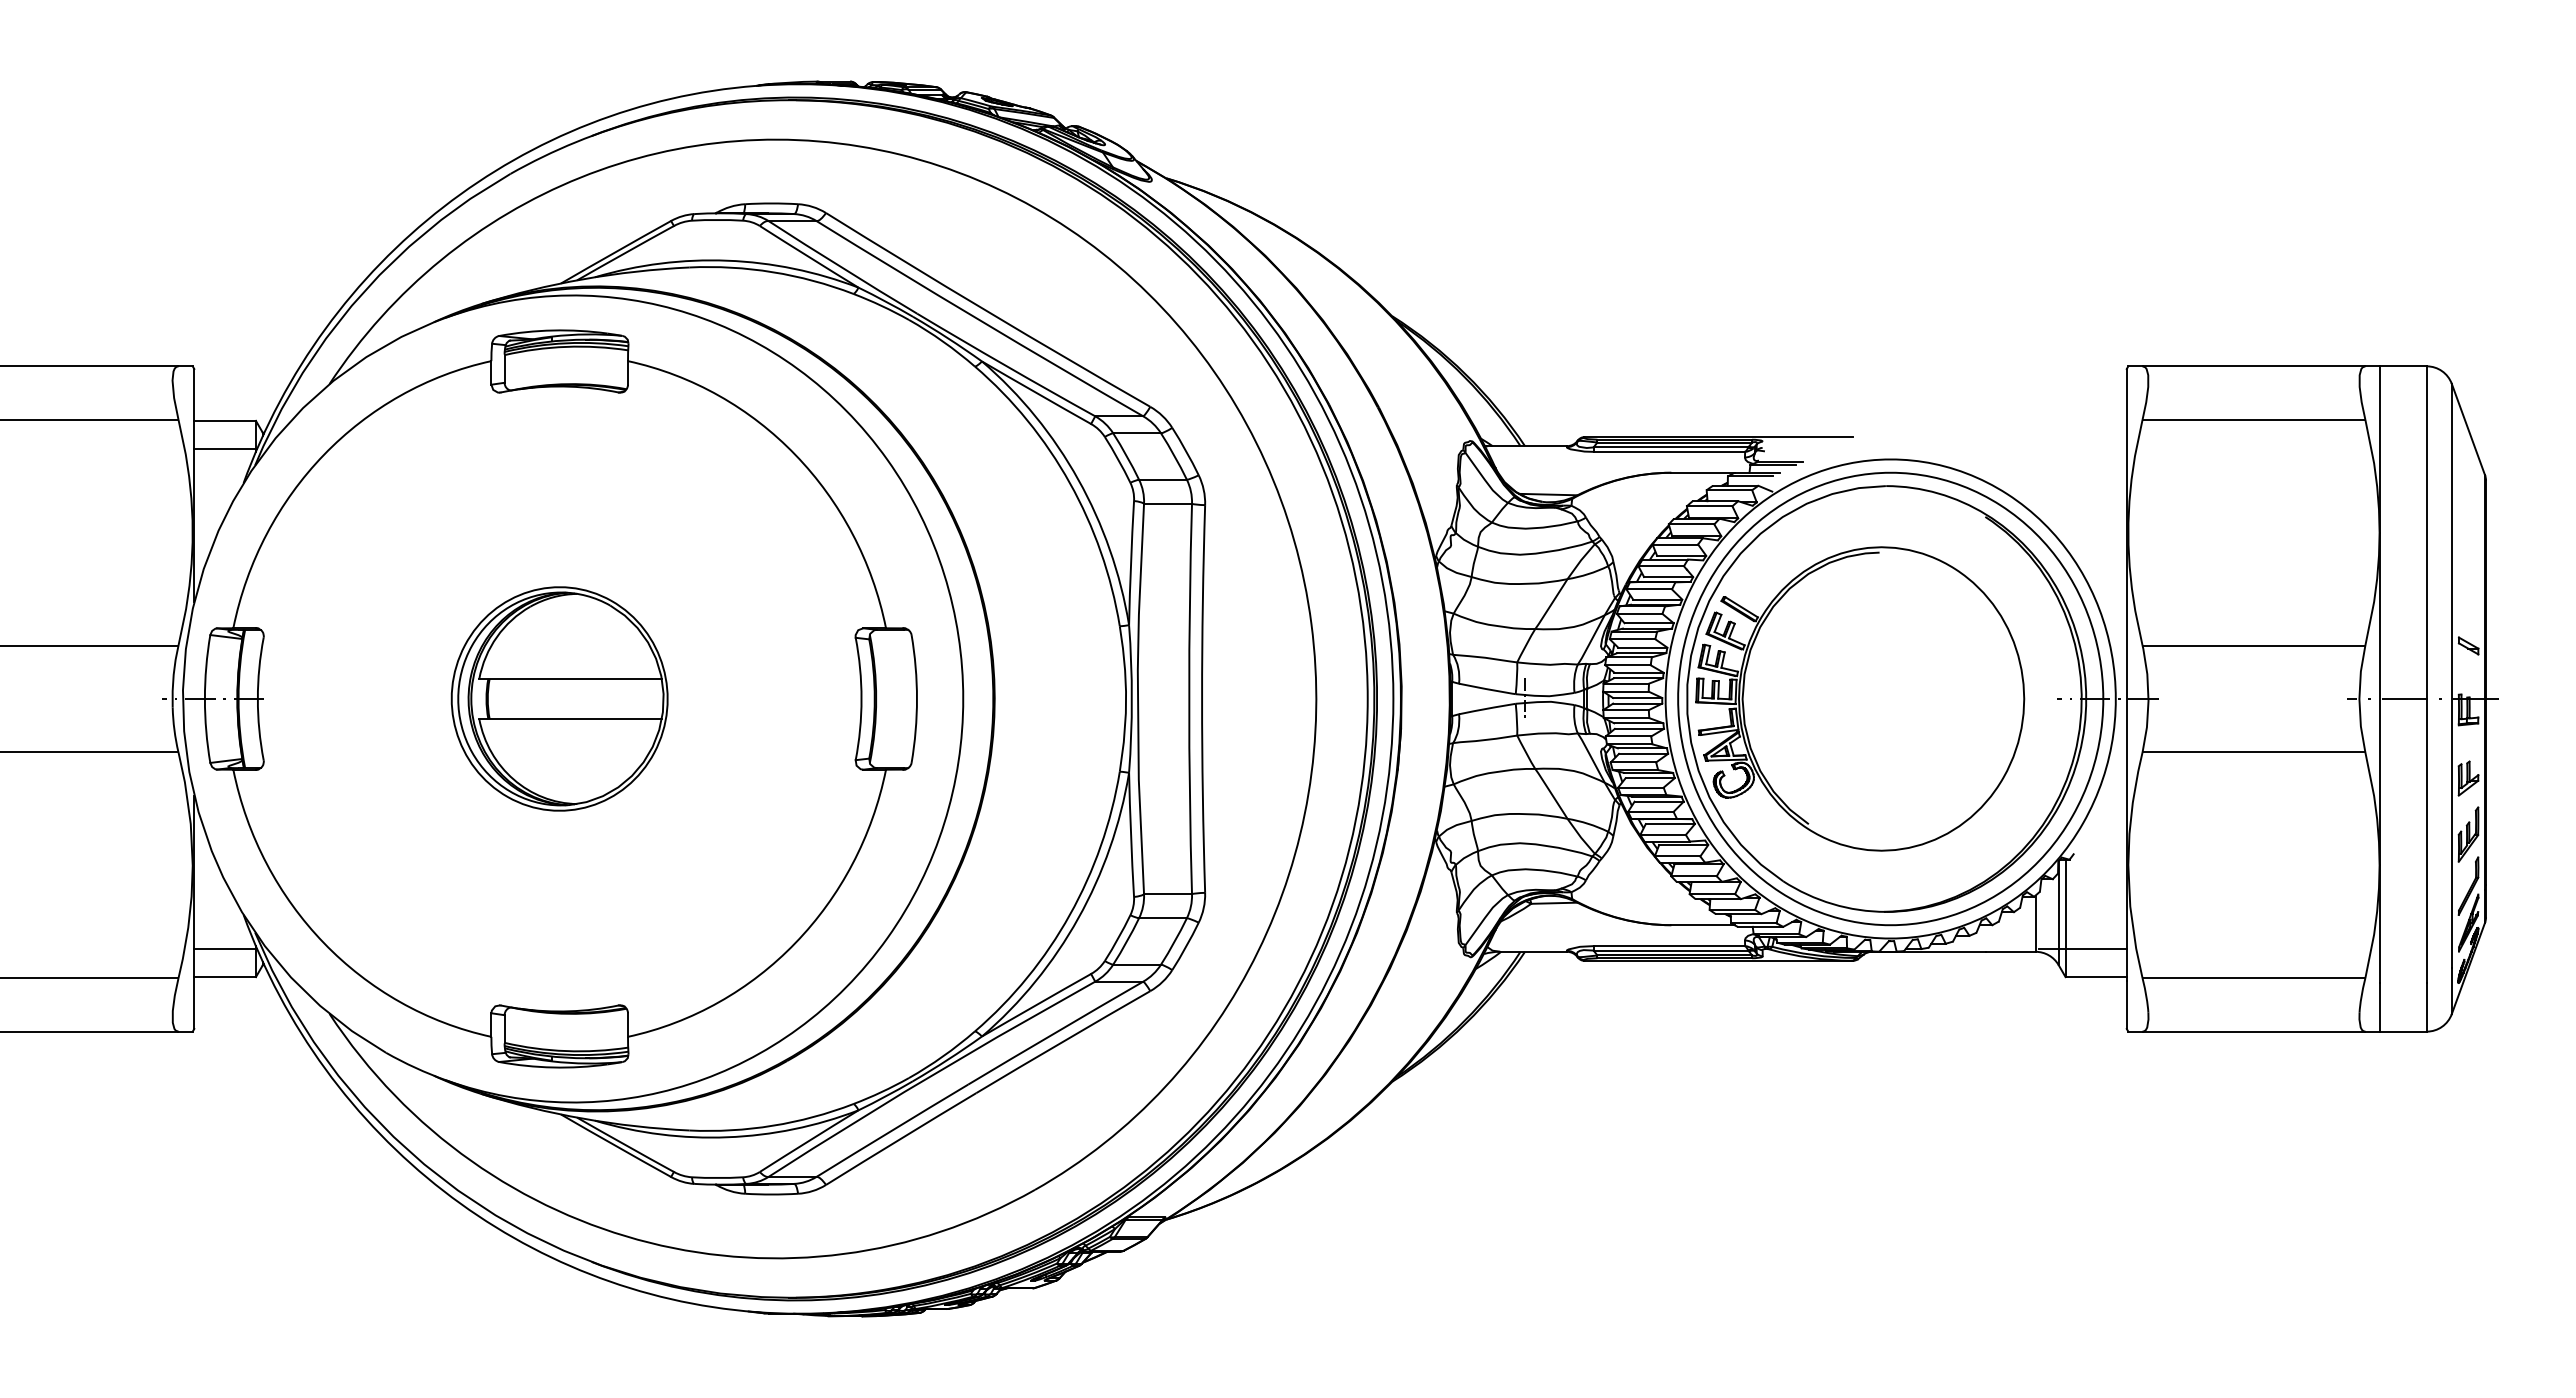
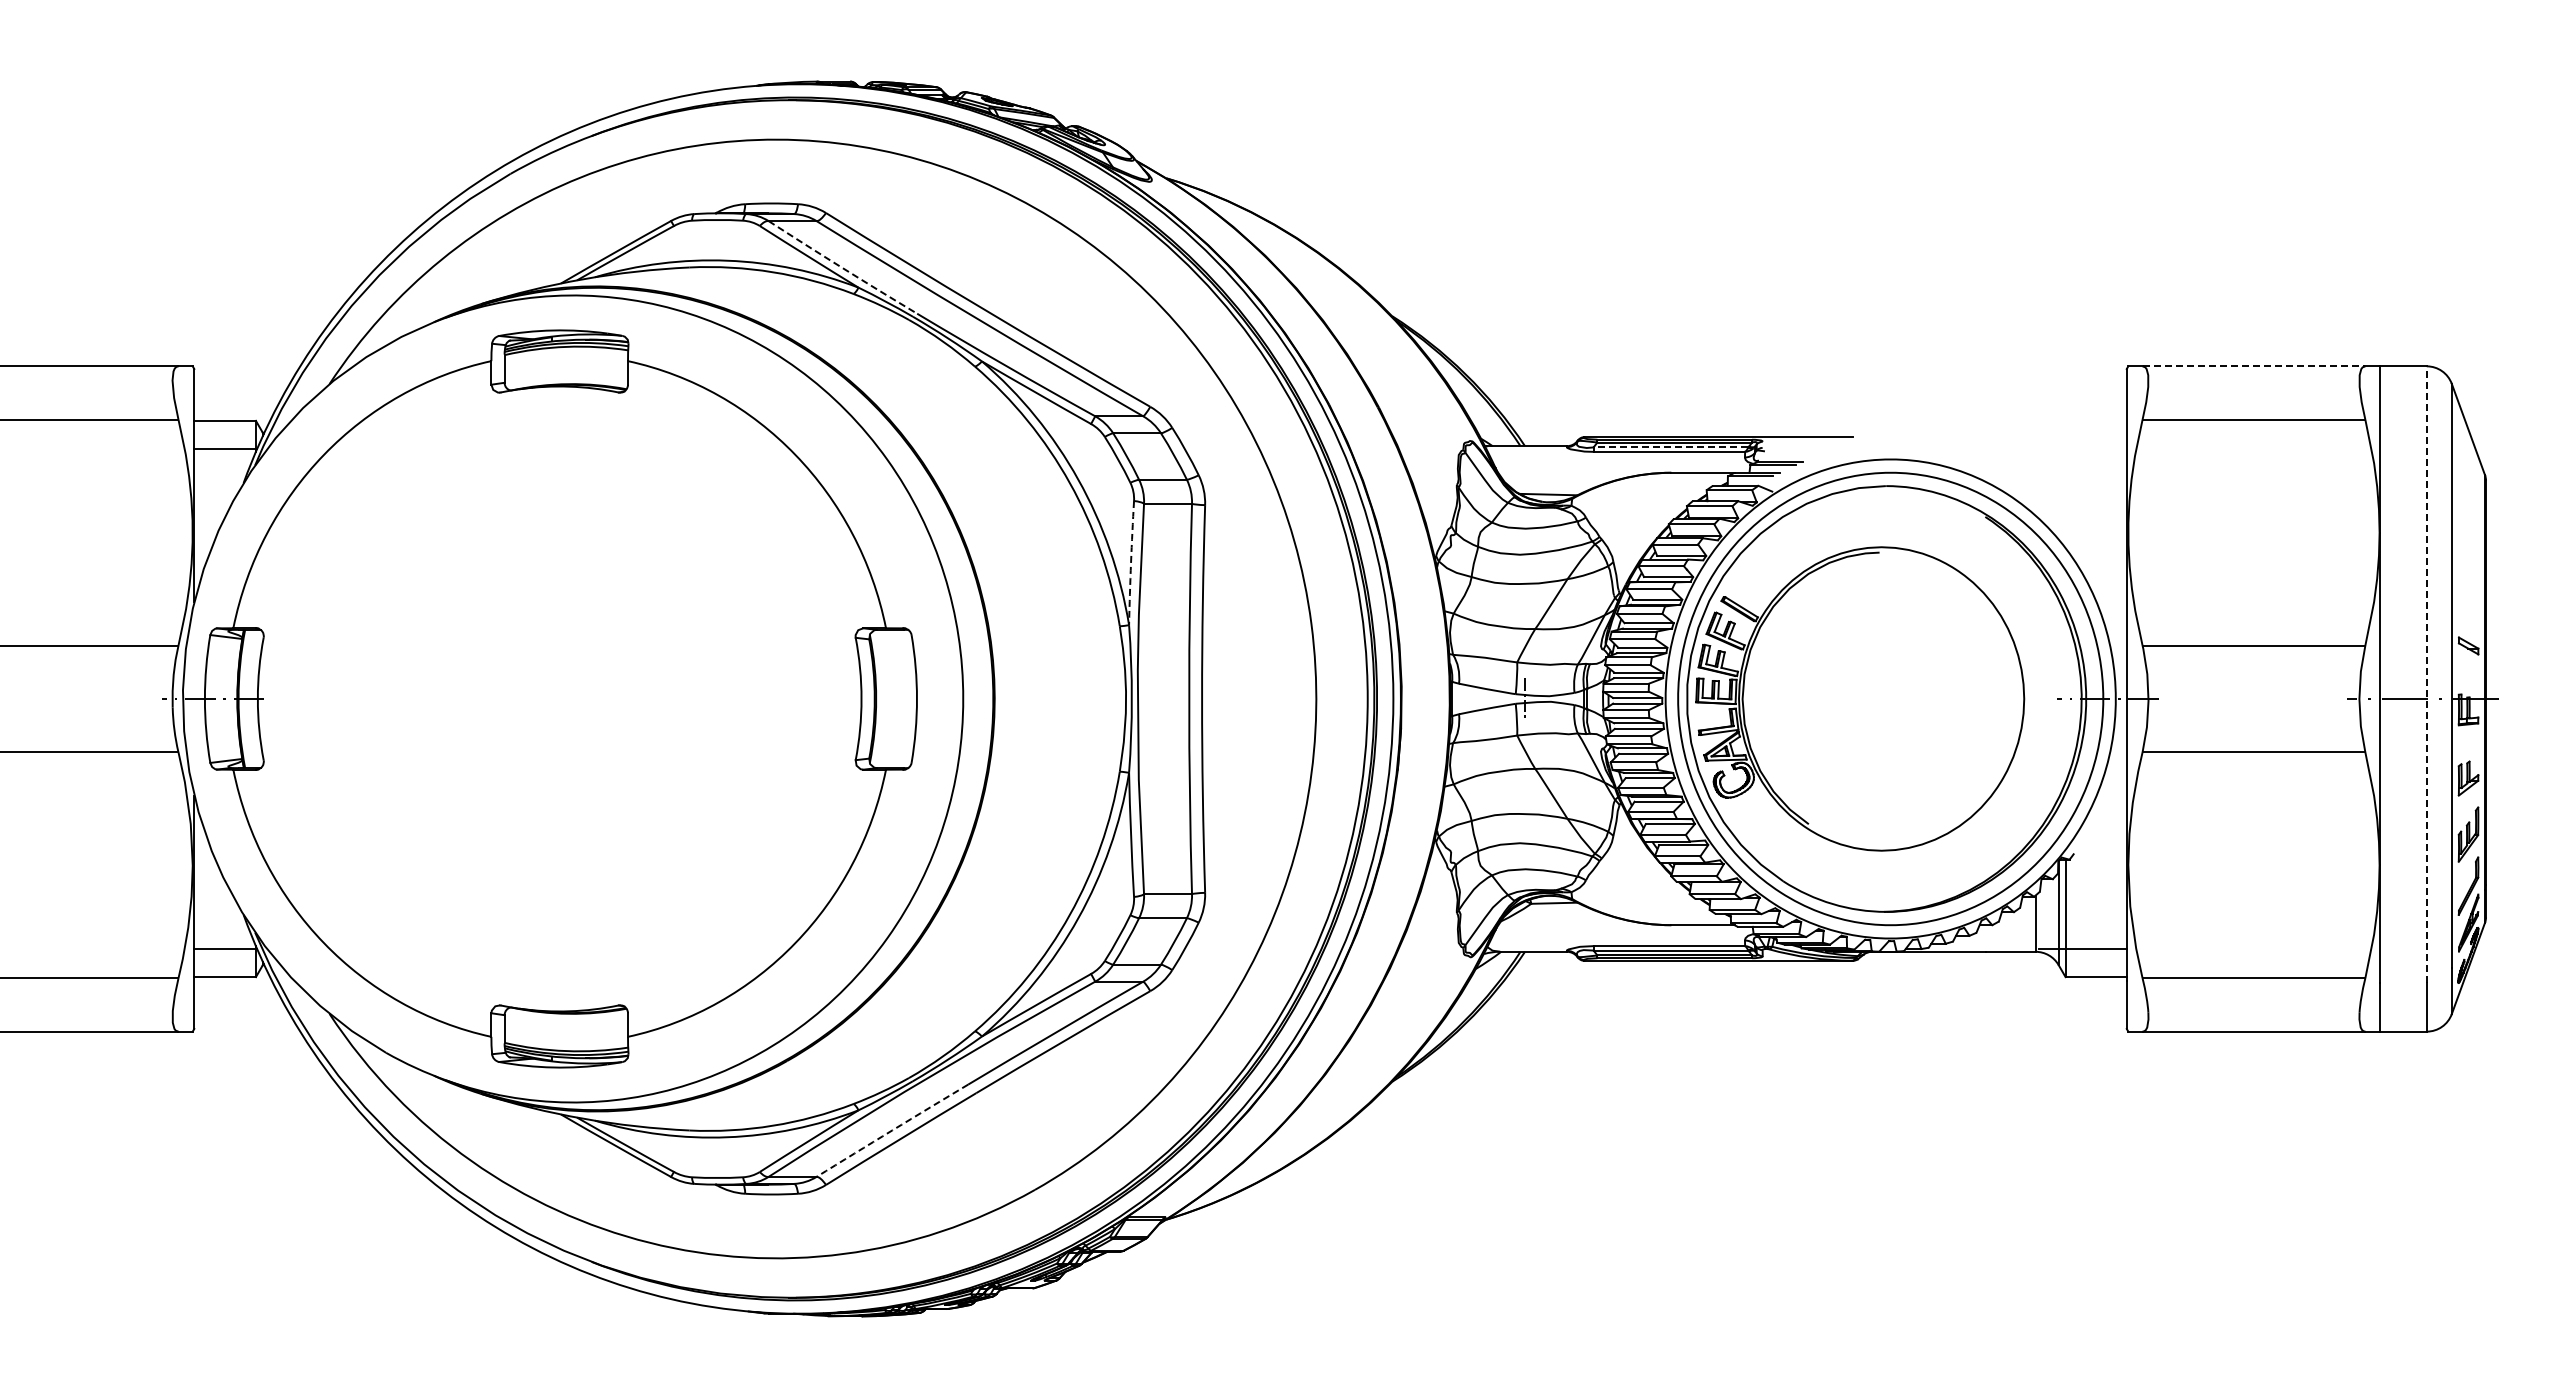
arc at (842, 268): solid -> dashed
line at (2254, 366): solid -> dashed
line at (1670, 447): solid -> dashed
arc at (1131, 563): solid -> dashed
line at (2426, 674): solid -> dashed
part at (559, 698): present -> none
arc at (892, 1130): solid -> dashed
